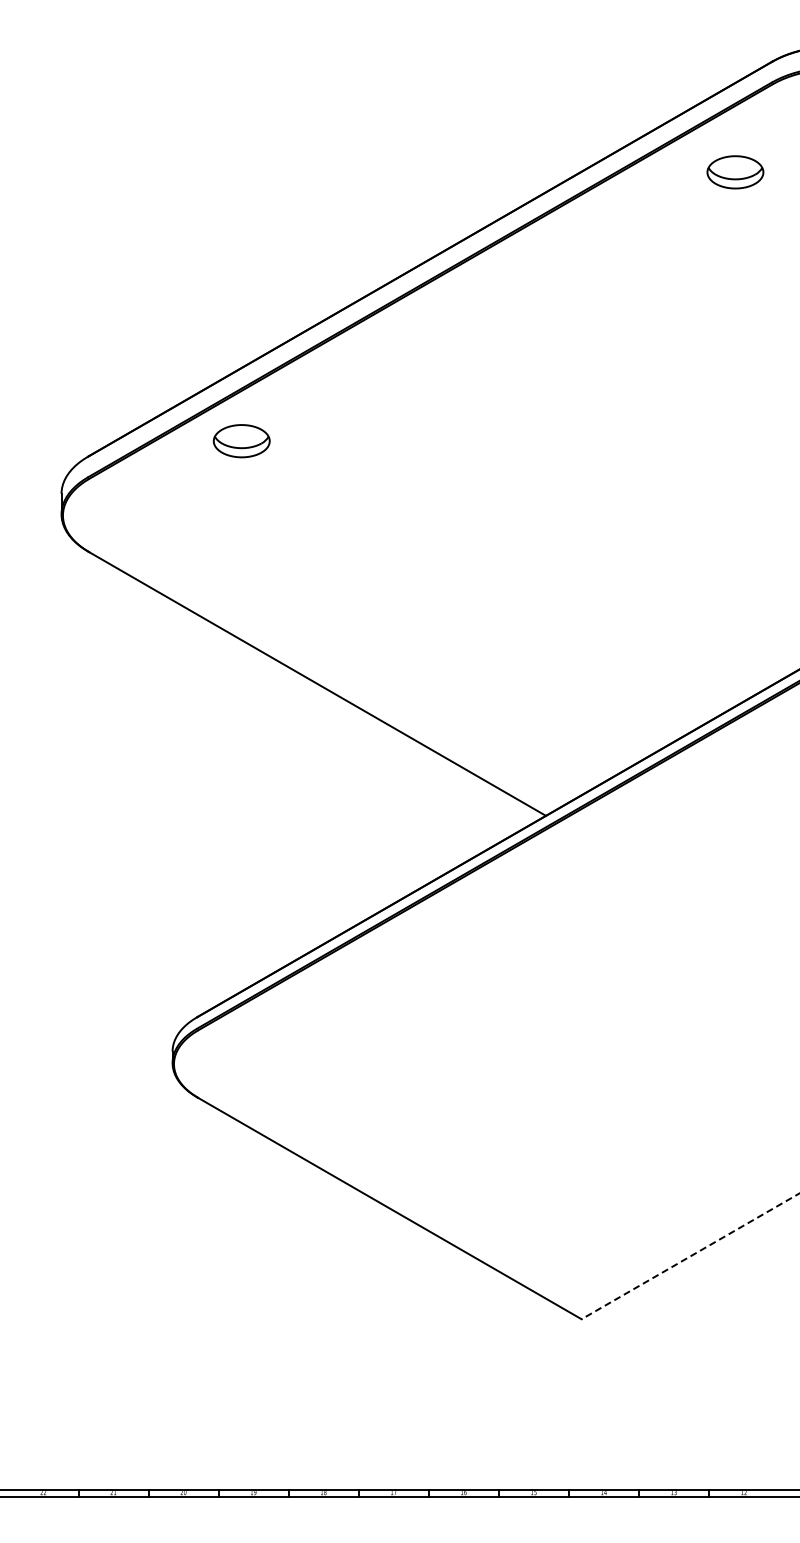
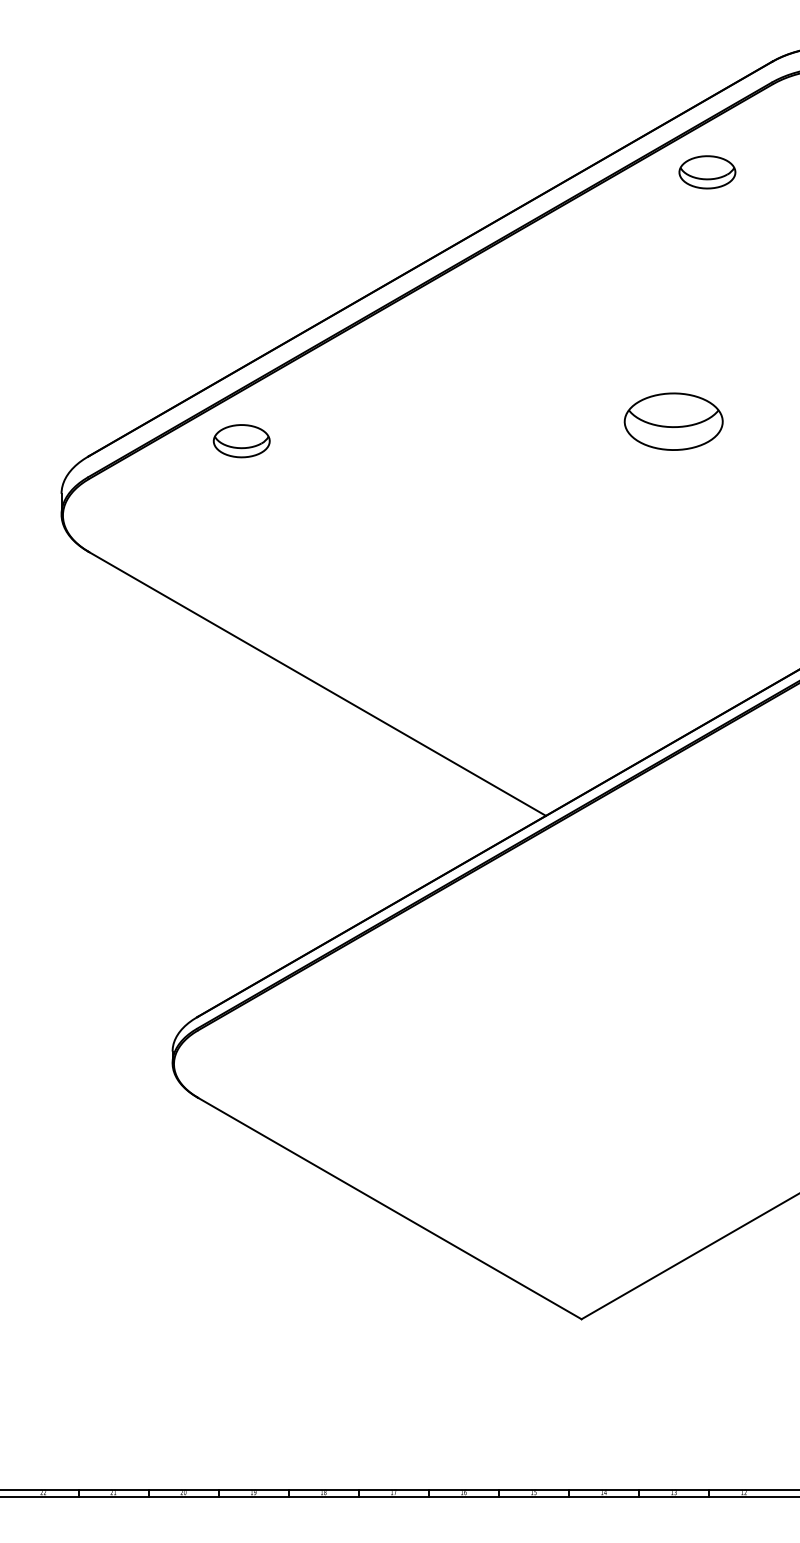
part at (735, 172) position: (735, 172) -> (707, 172)
part at (673, 421): none -> present
line at (690, 1256): dashed -> solid
